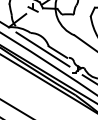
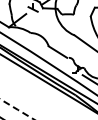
line at (42, 49): present -> none
arc at (17, 109): solid -> dashed
